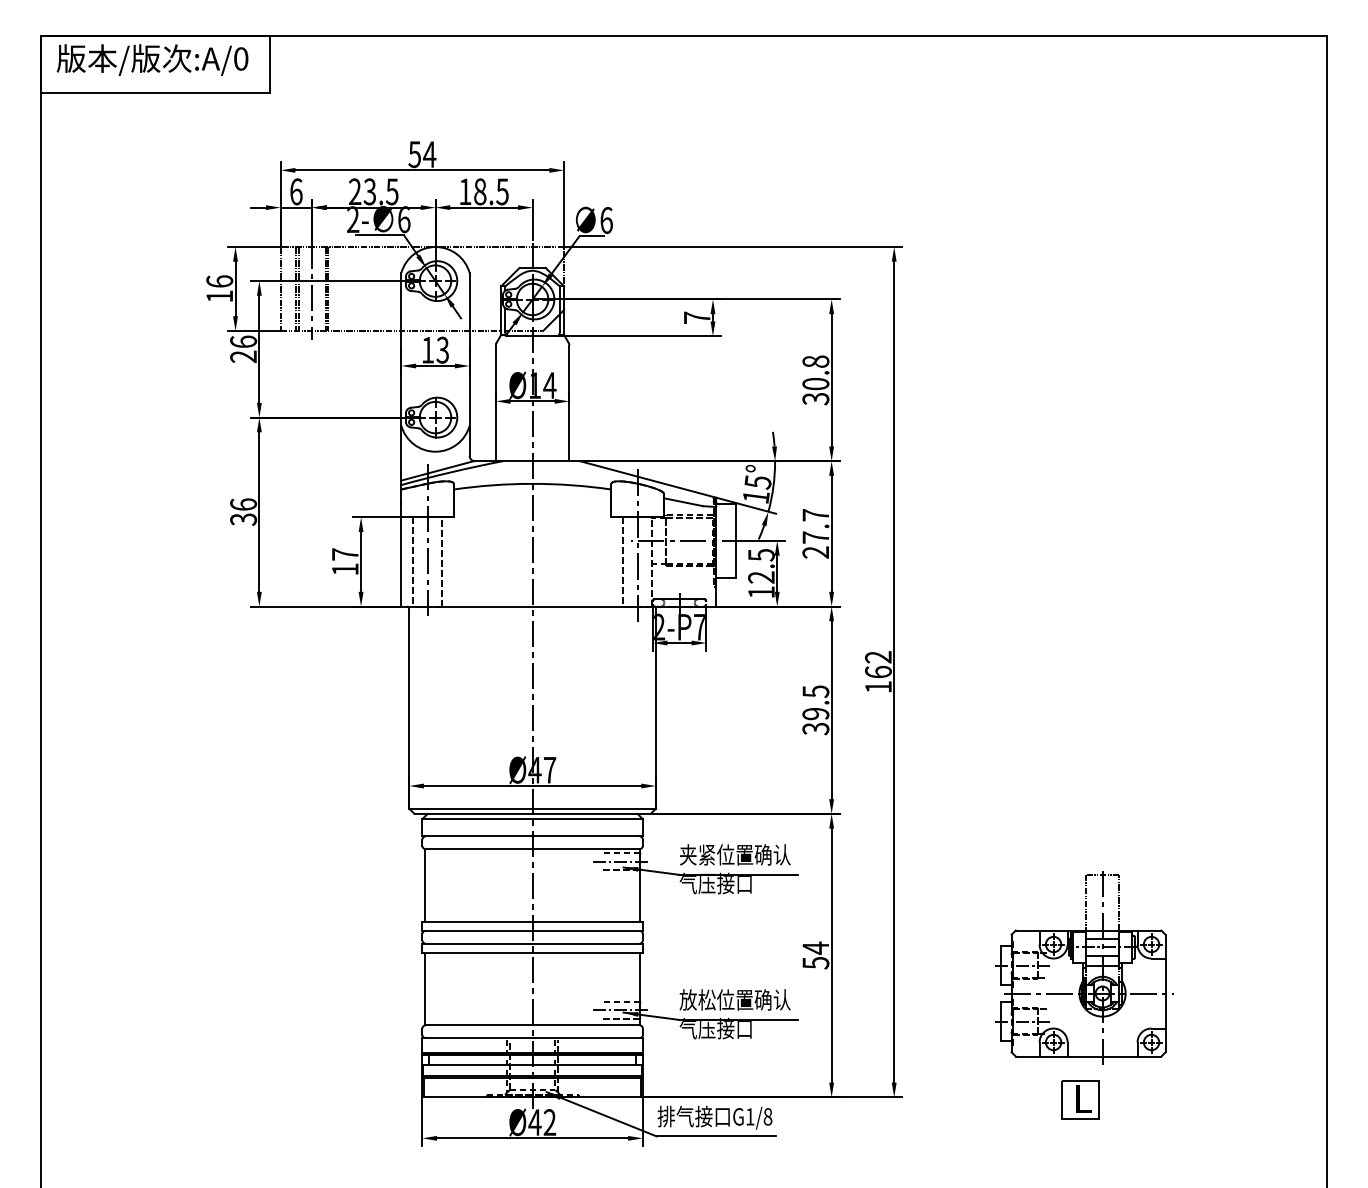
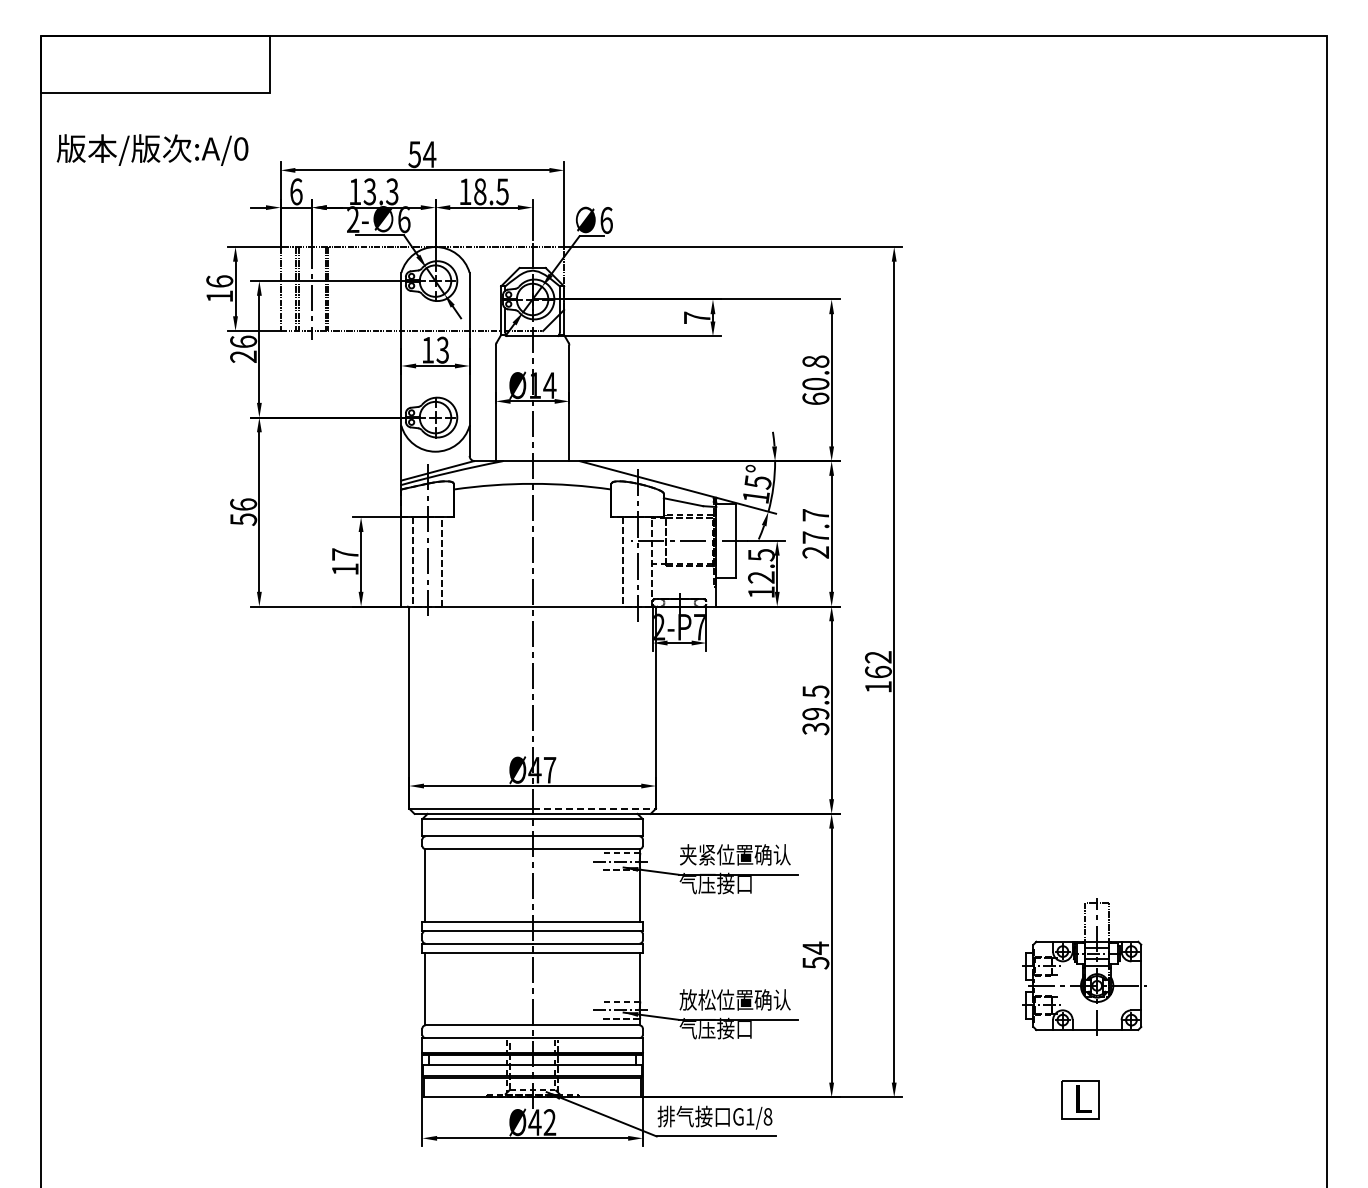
text at (152, 59) position: (152, 59) -> (152, 149)
text at (373, 191): 23.5 -> 13.3
text at (815, 398): 30.8 -> 60.8
text at (243, 519): 36 -> 56
line at (594, 808): solid -> dashed
part at (1084, 967) size: 179x194 px -> 125x138 px
